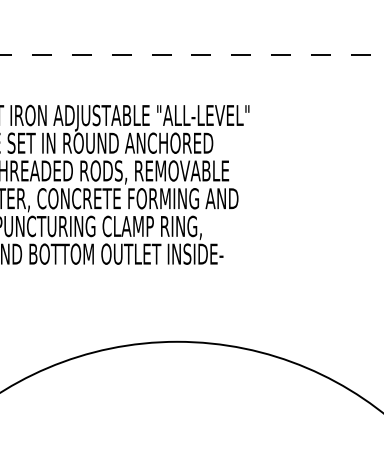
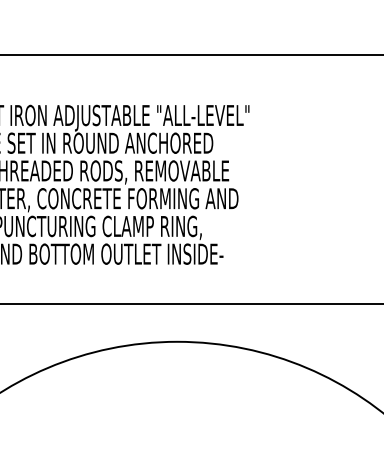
line at (191, 54): dashed -> solid
line at (191, 304): none -> present
